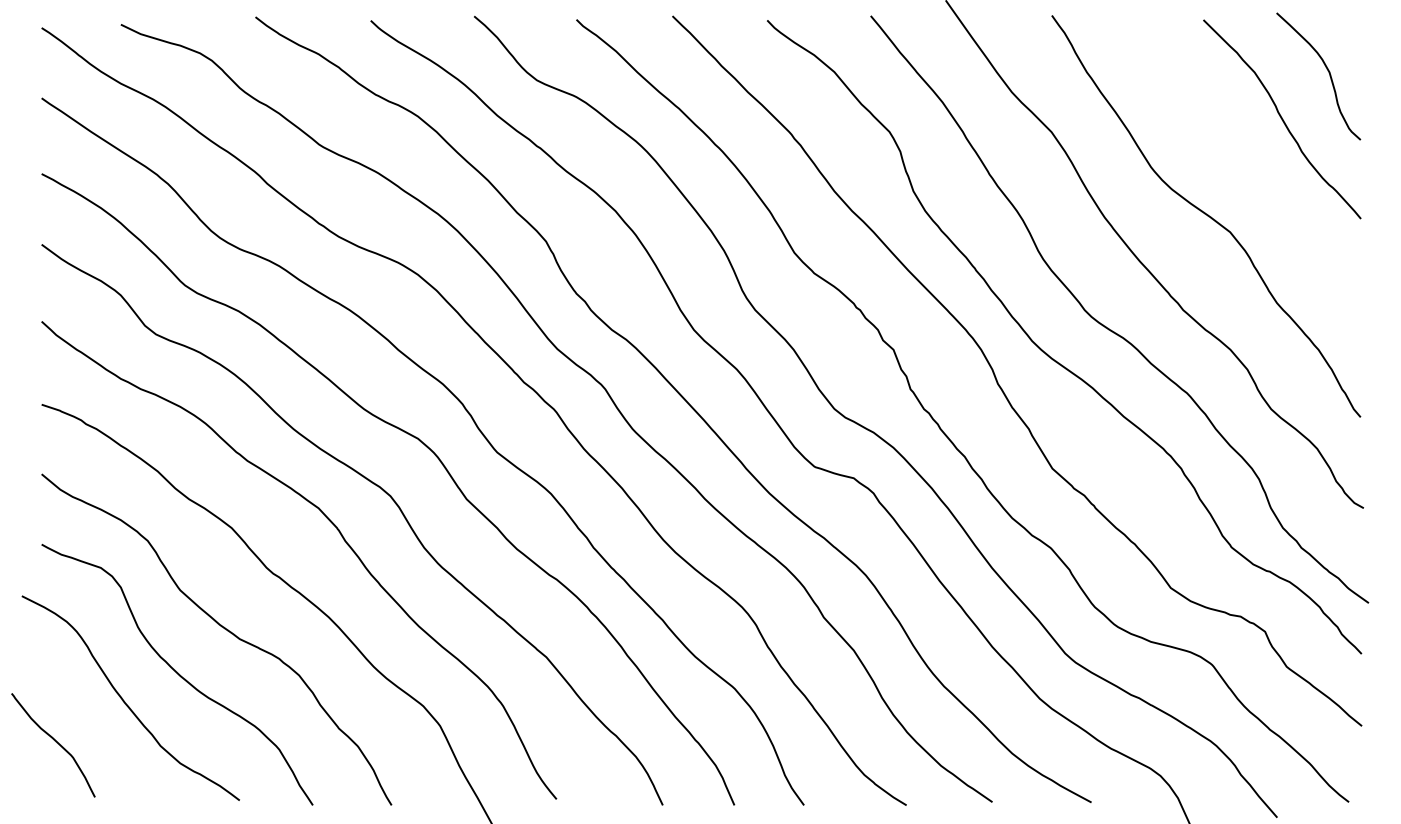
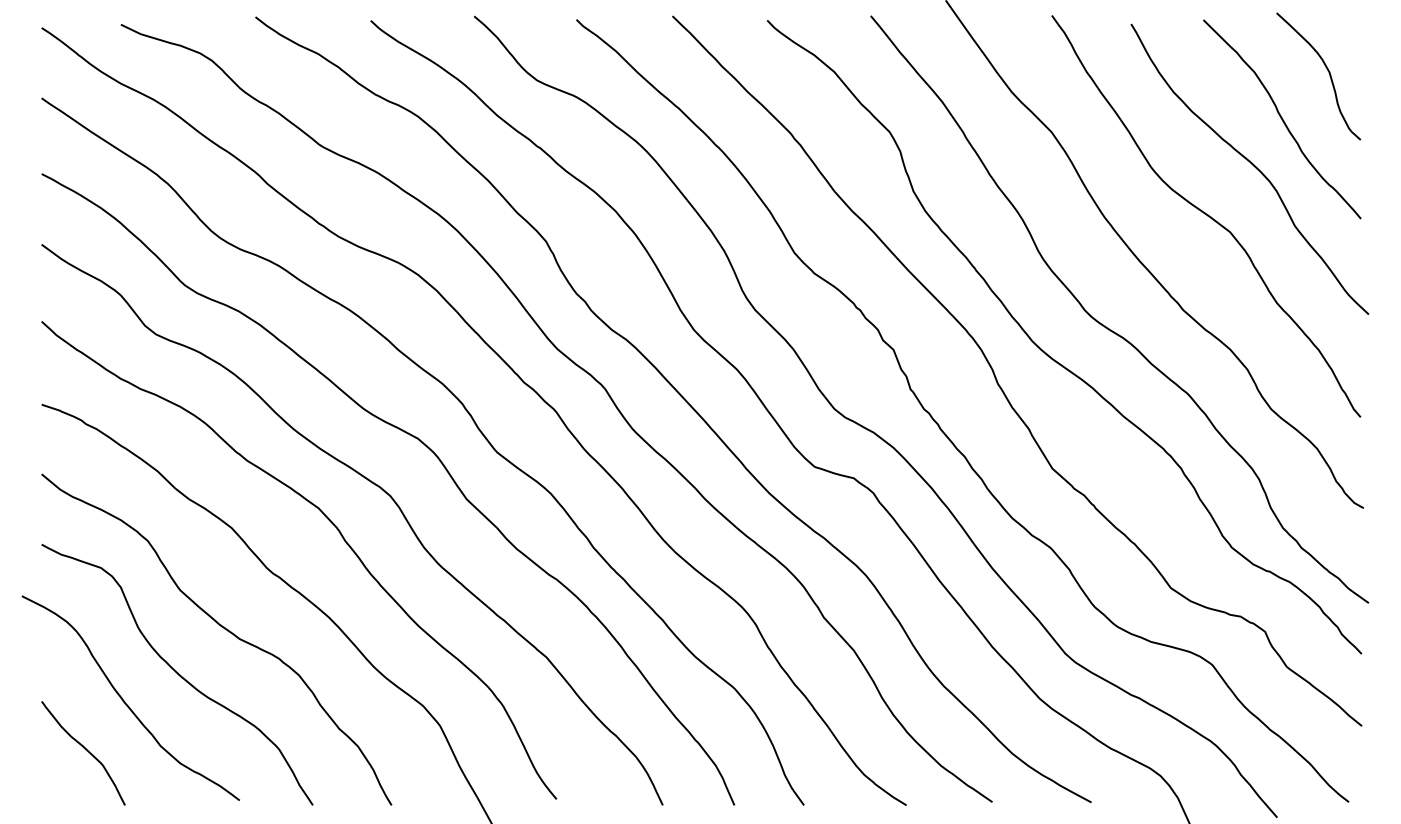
curve at (1252, 165): none -> present
curve at (55, 742) position: (55, 742) -> (85, 750)
